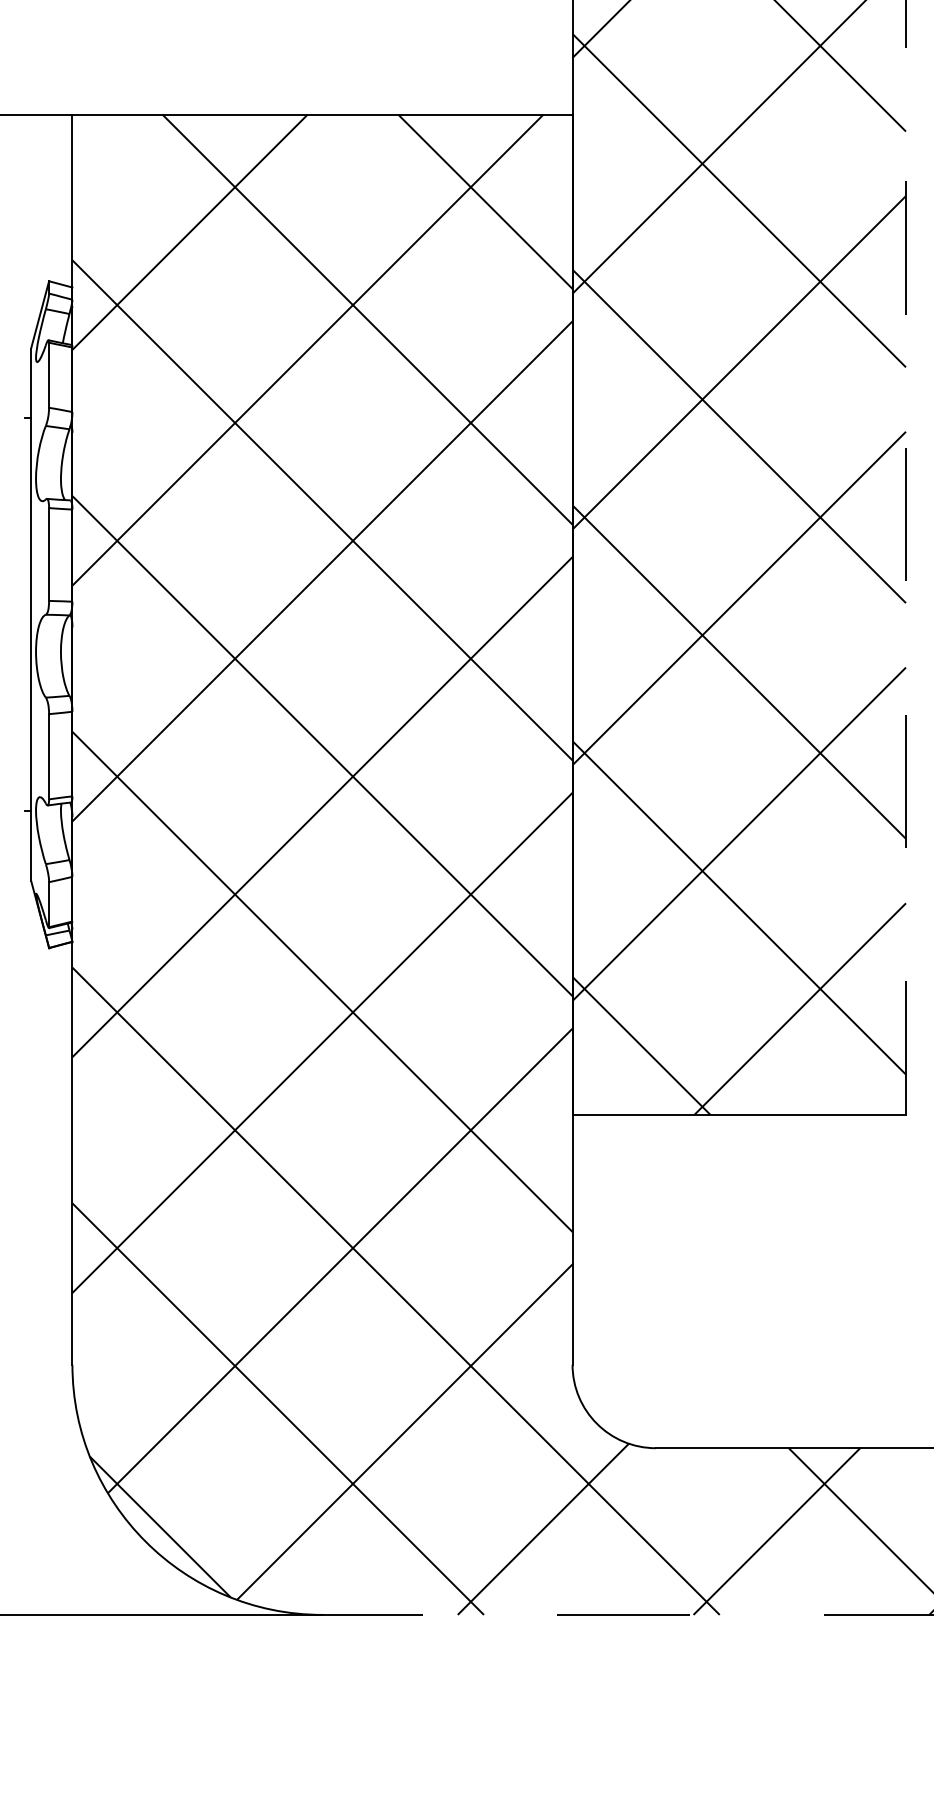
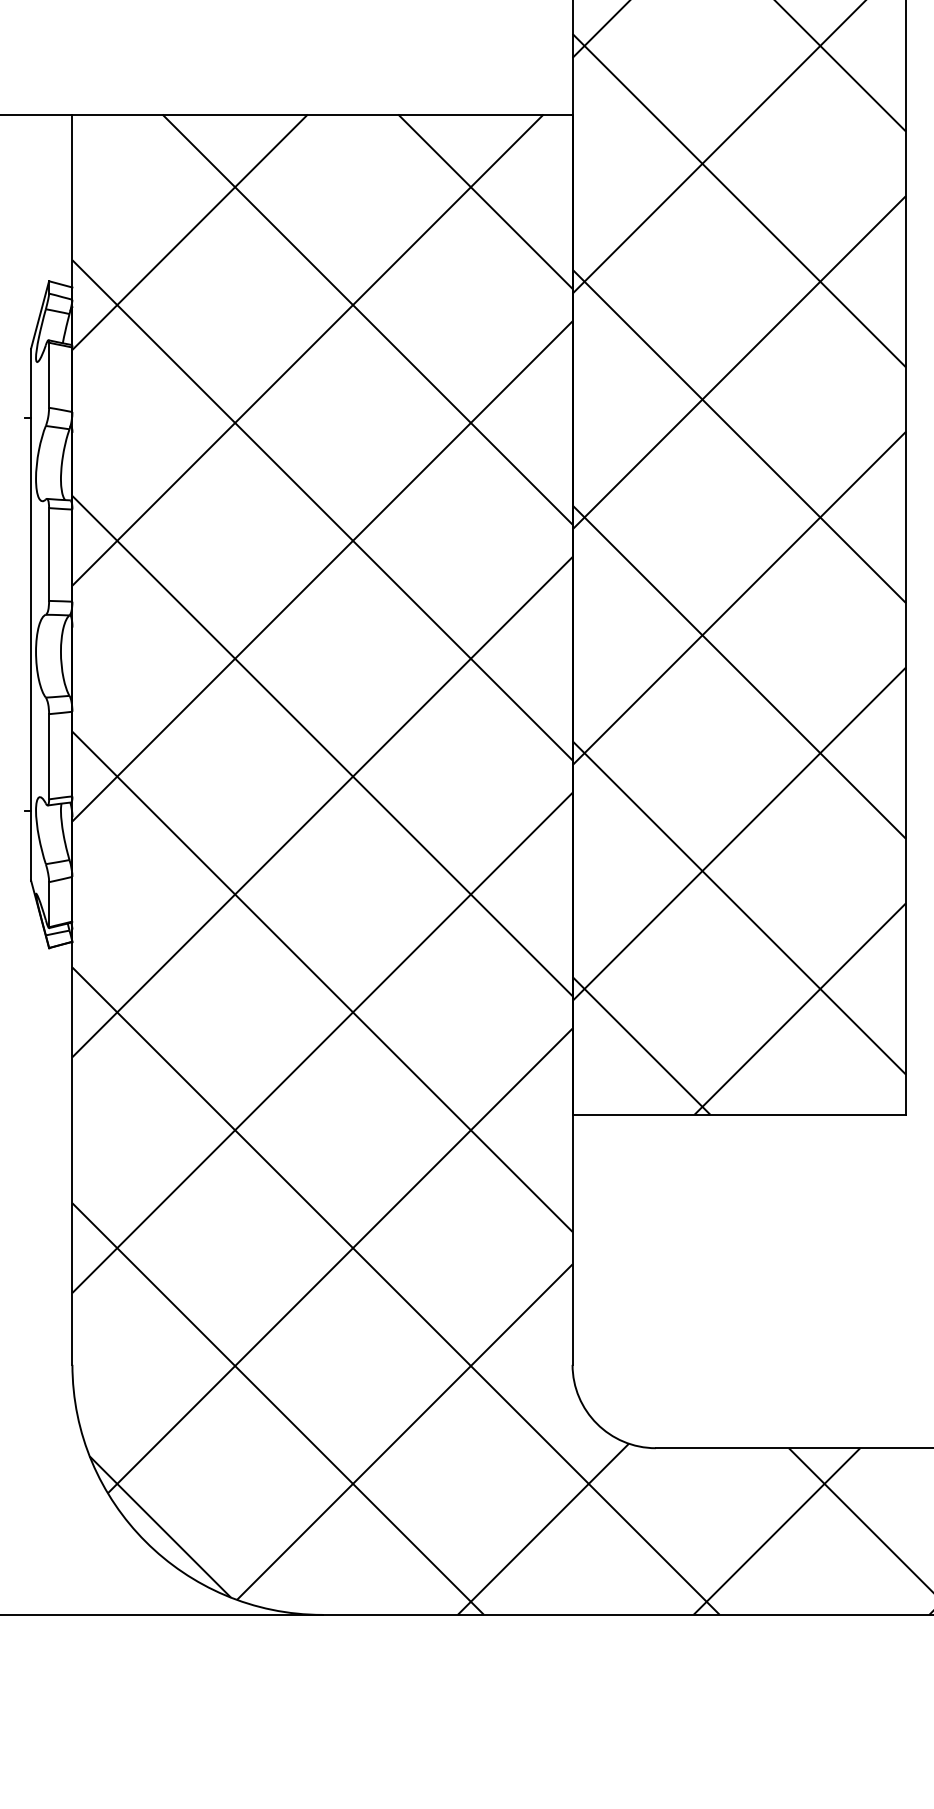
line at (905, 557): dashed -> solid
line at (627, 1614): dashed -> solid
